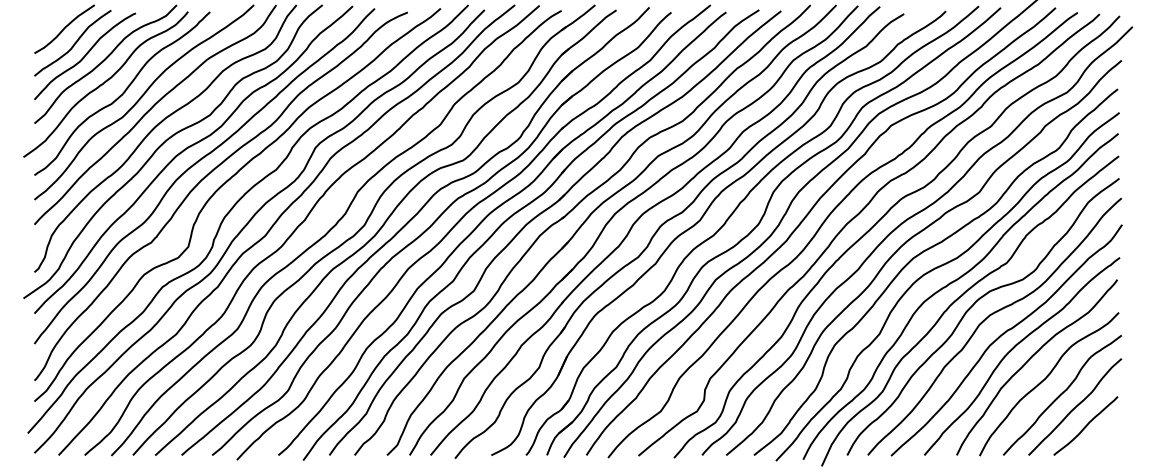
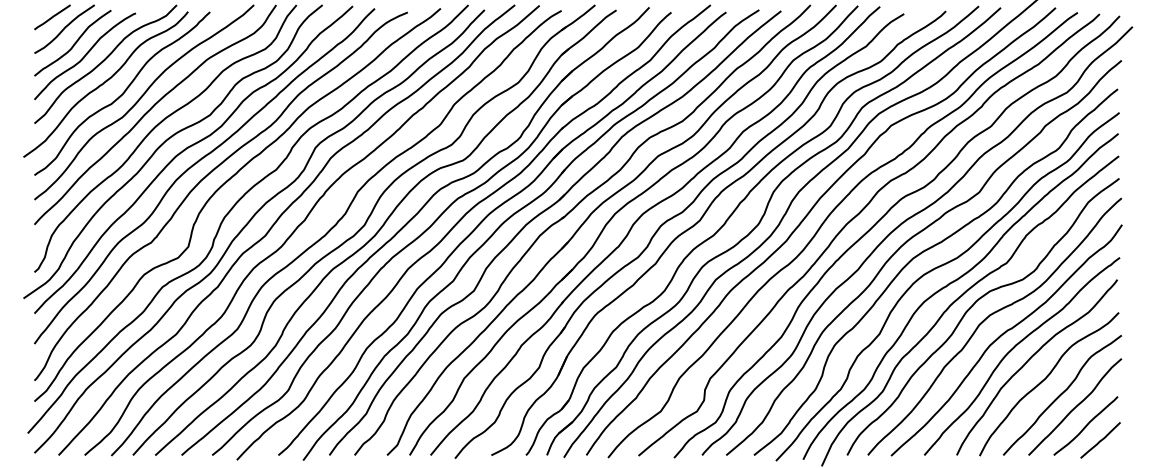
line at (52, 17): none -> present
line at (1100, 440): none -> present
